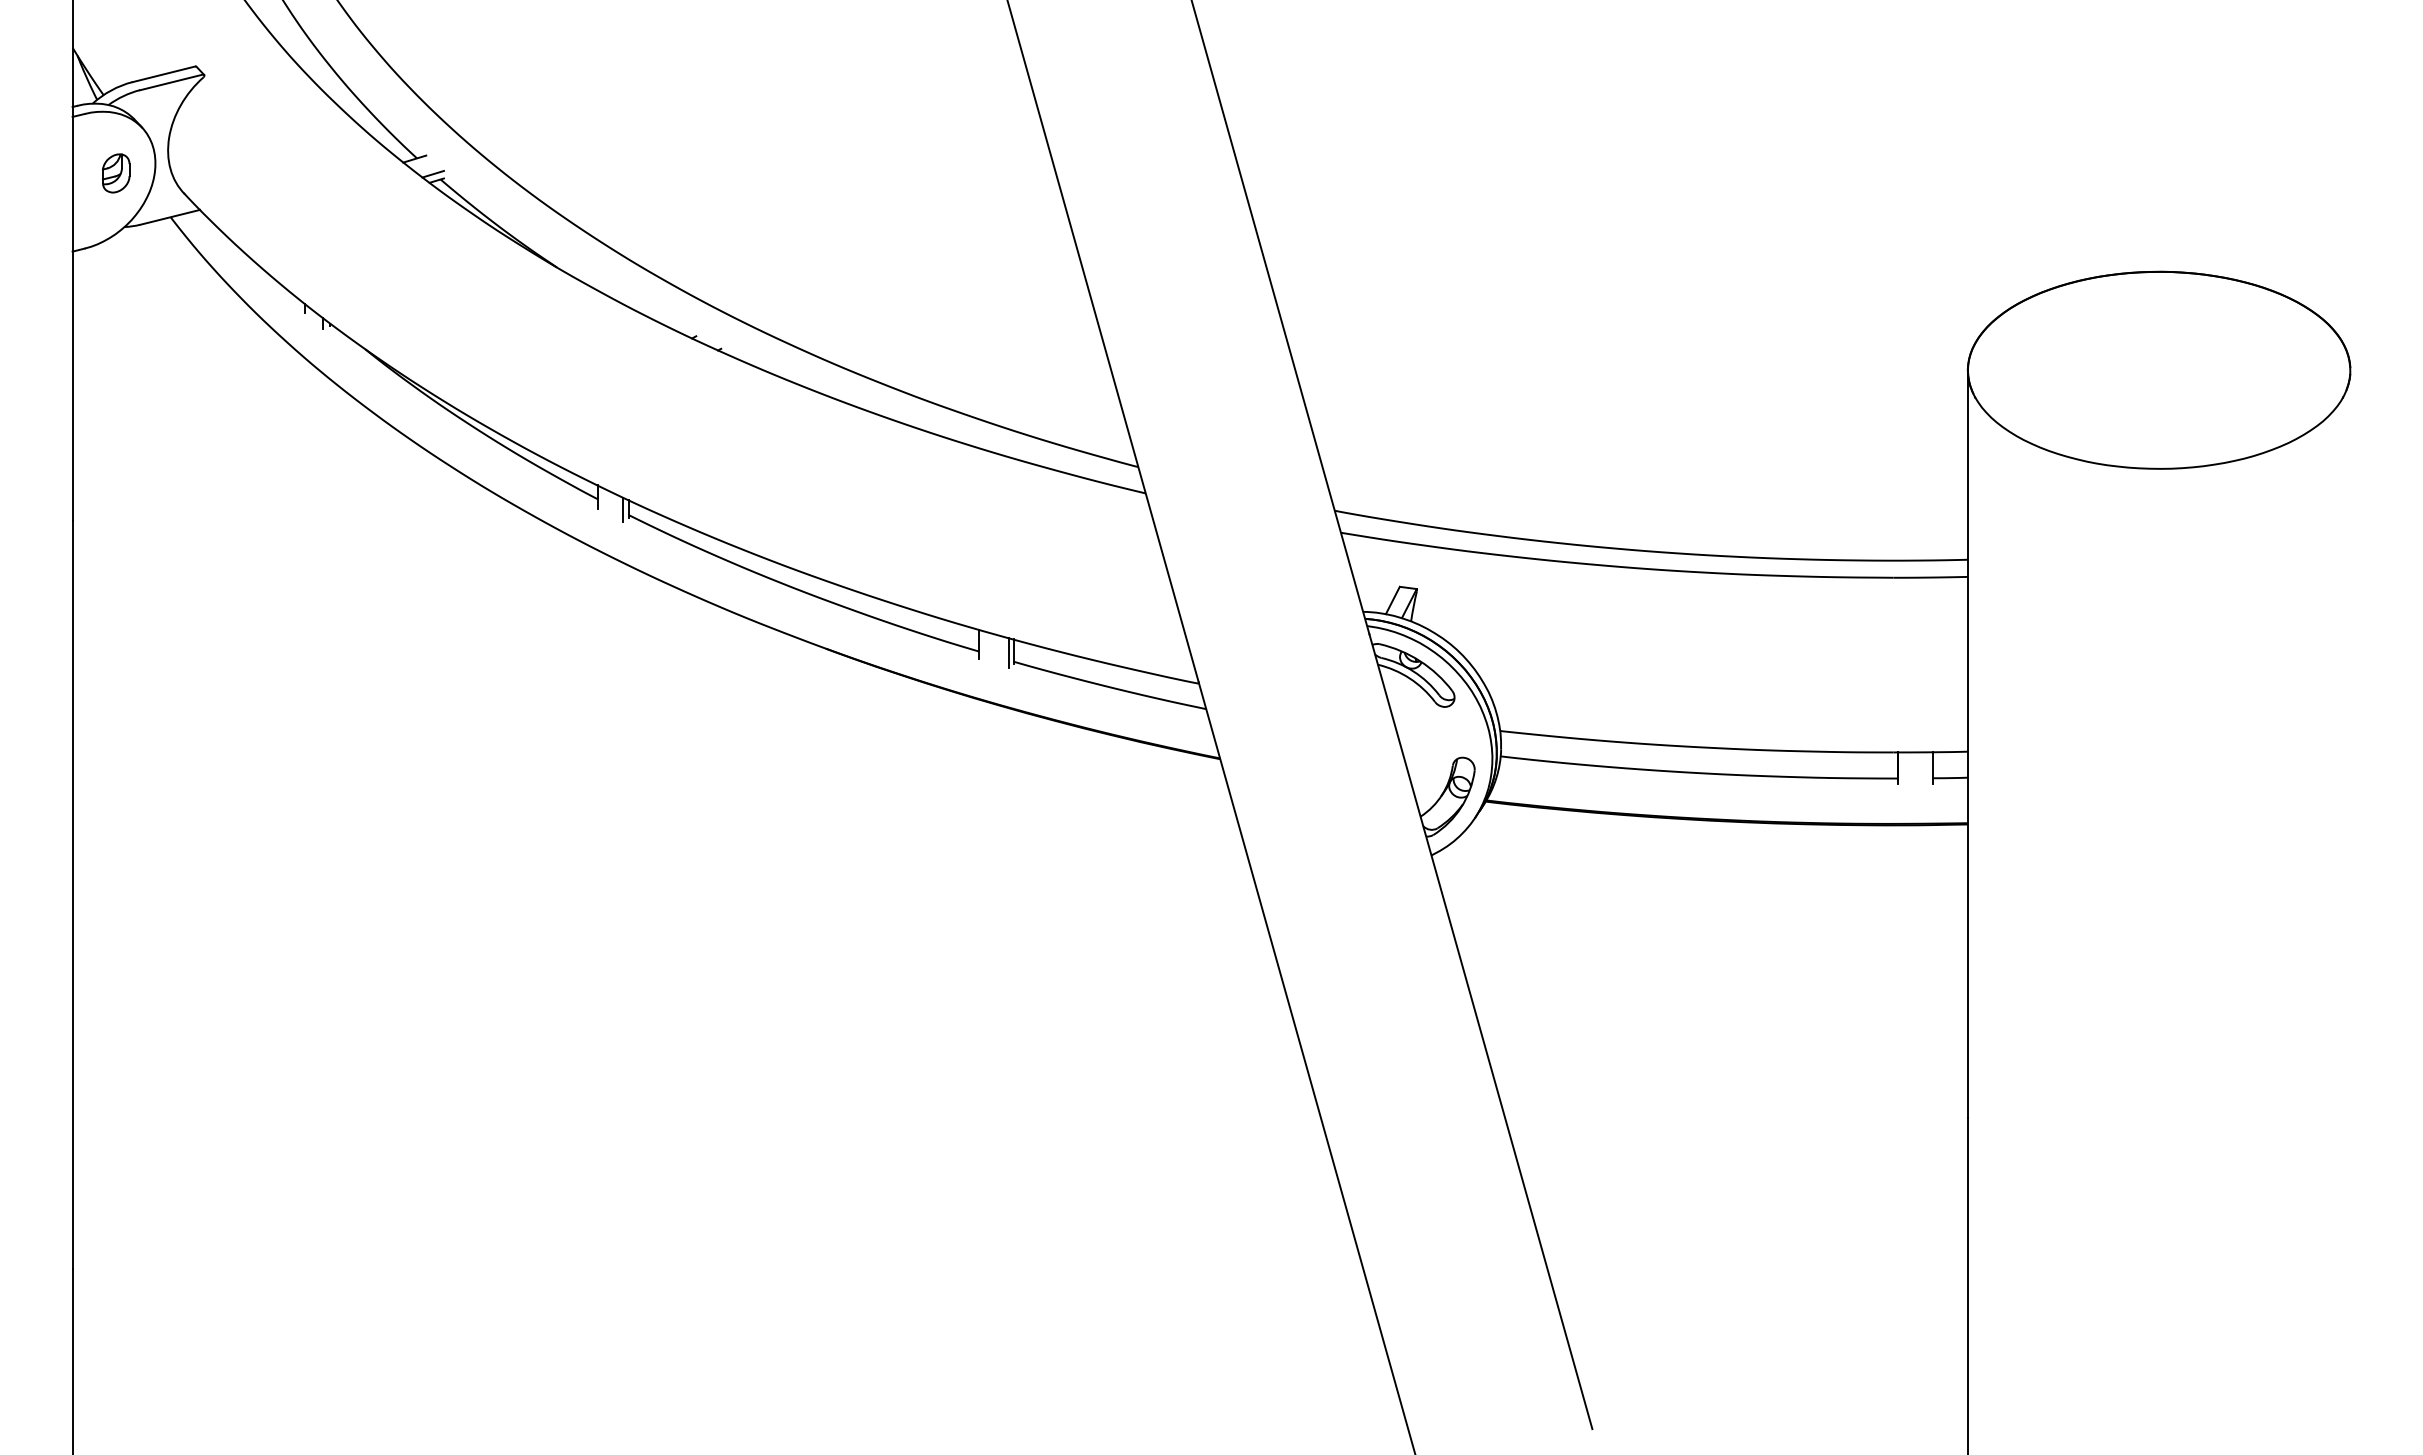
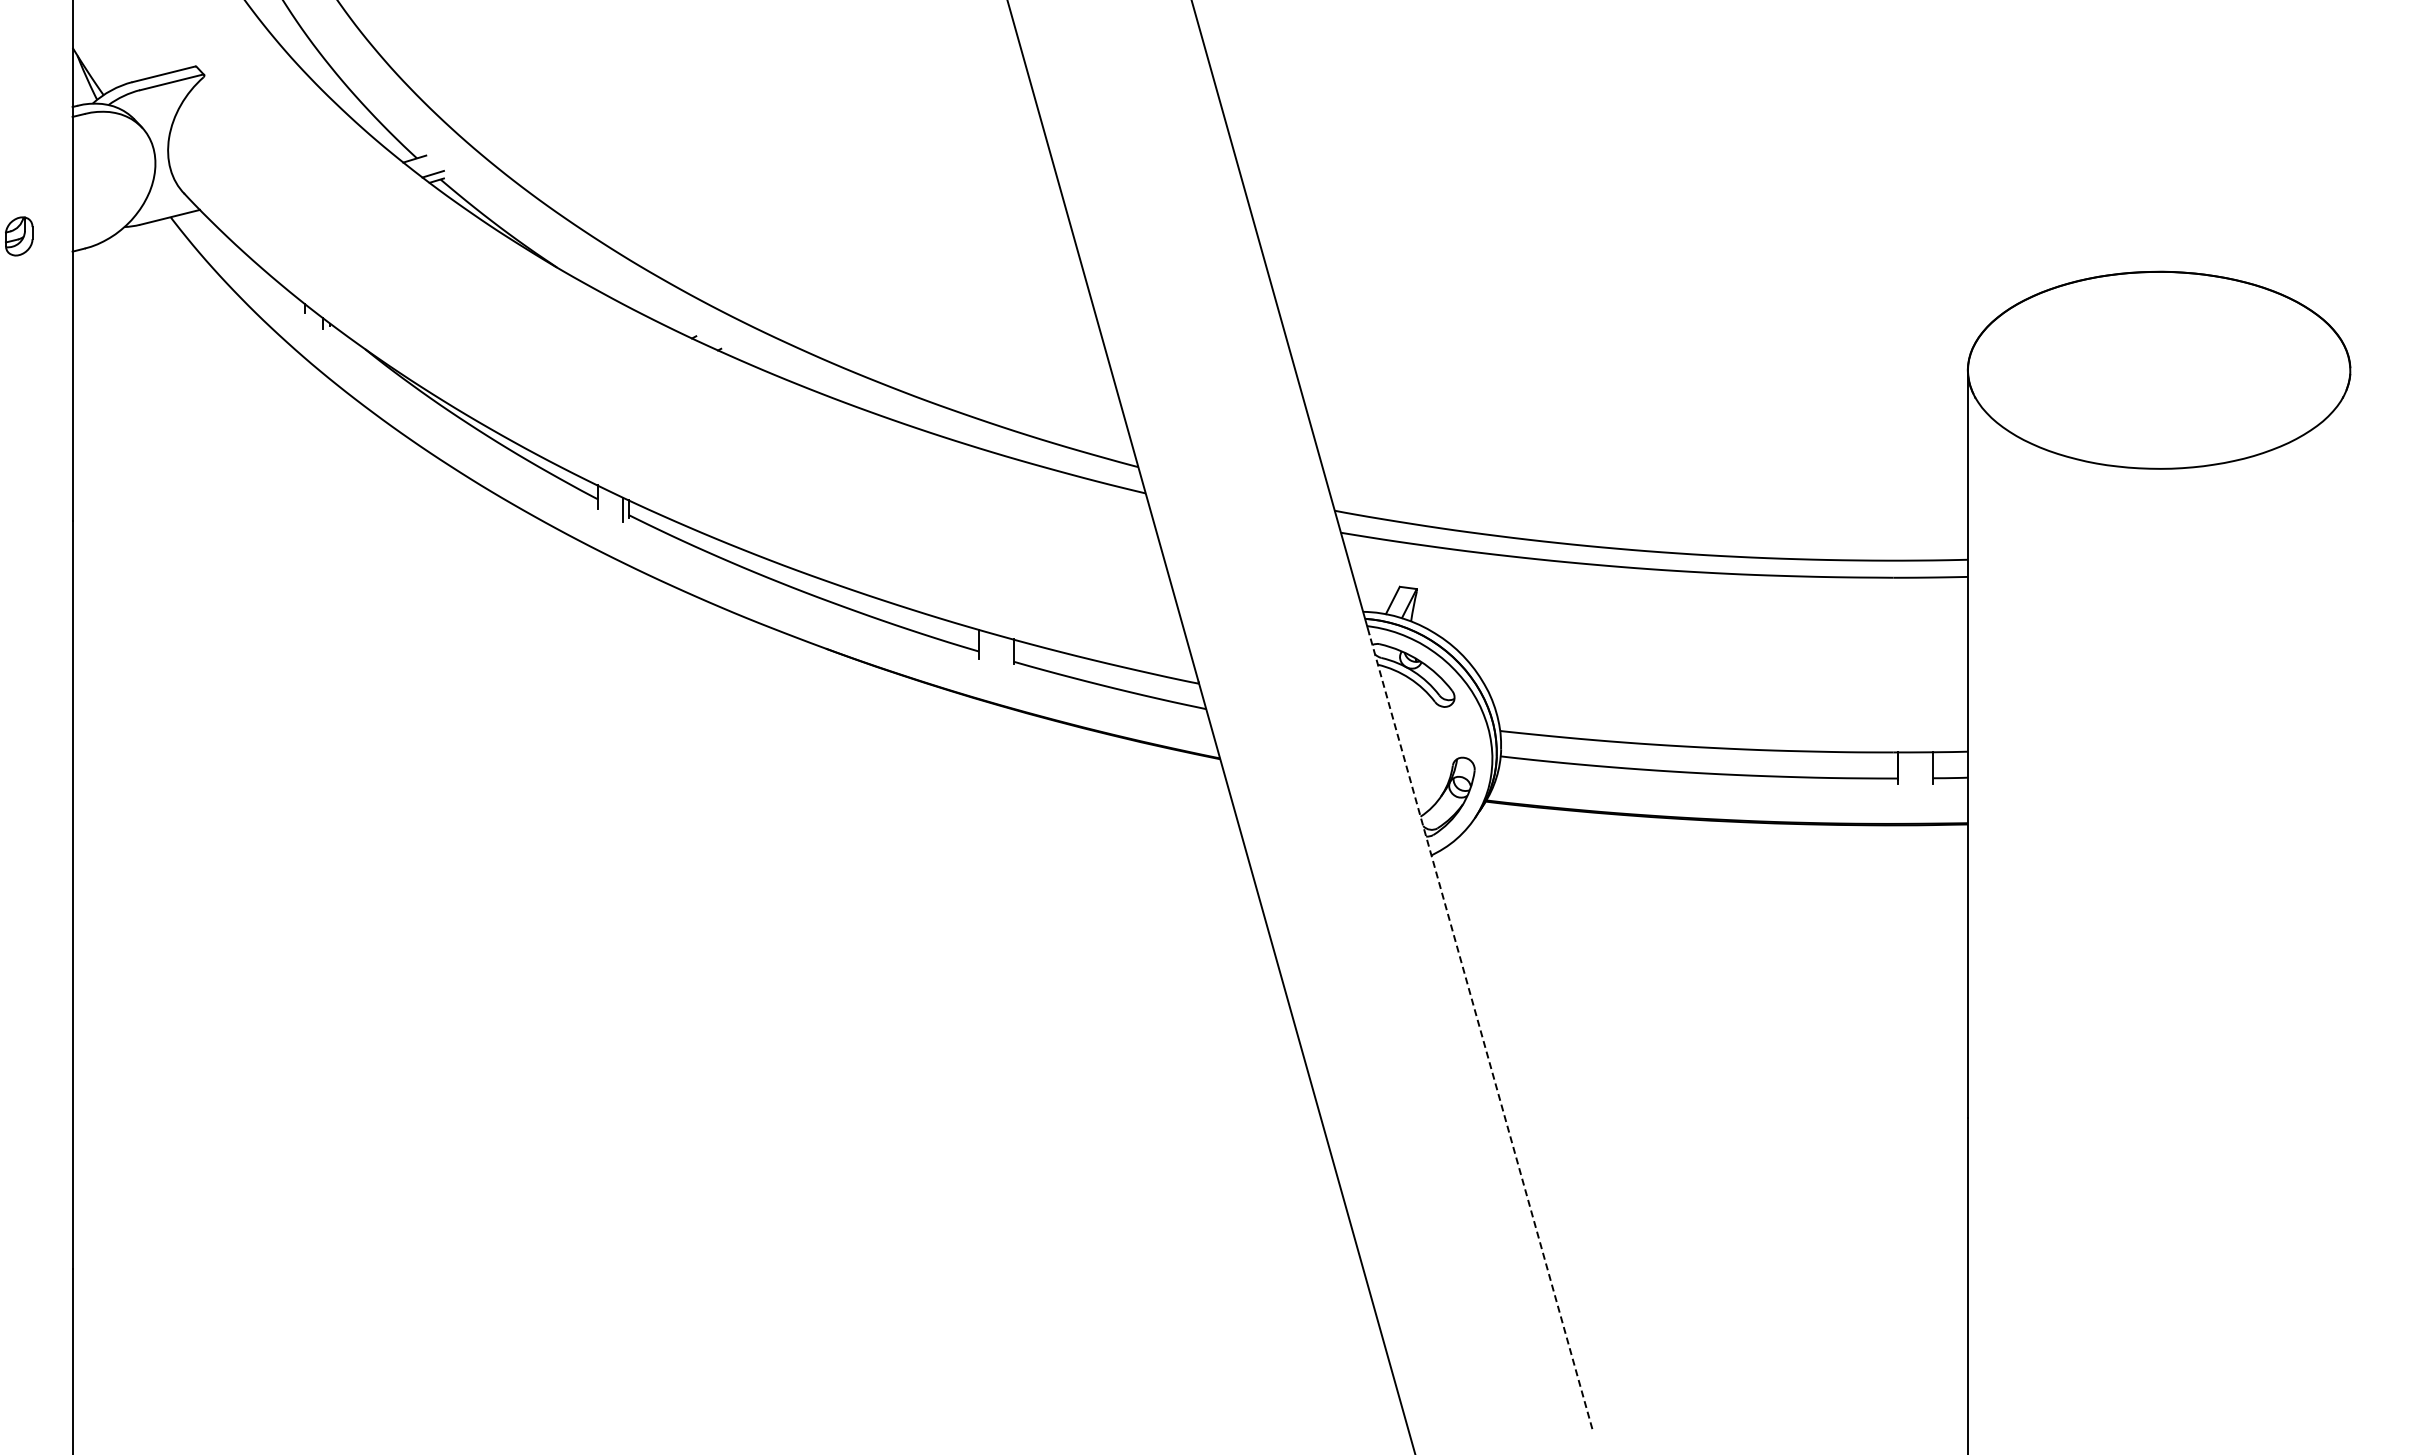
part at (116, 173) position: (116, 173) -> (19, 236)
line at (1009, 652): present -> none
line at (1480, 1031): solid -> dashed
